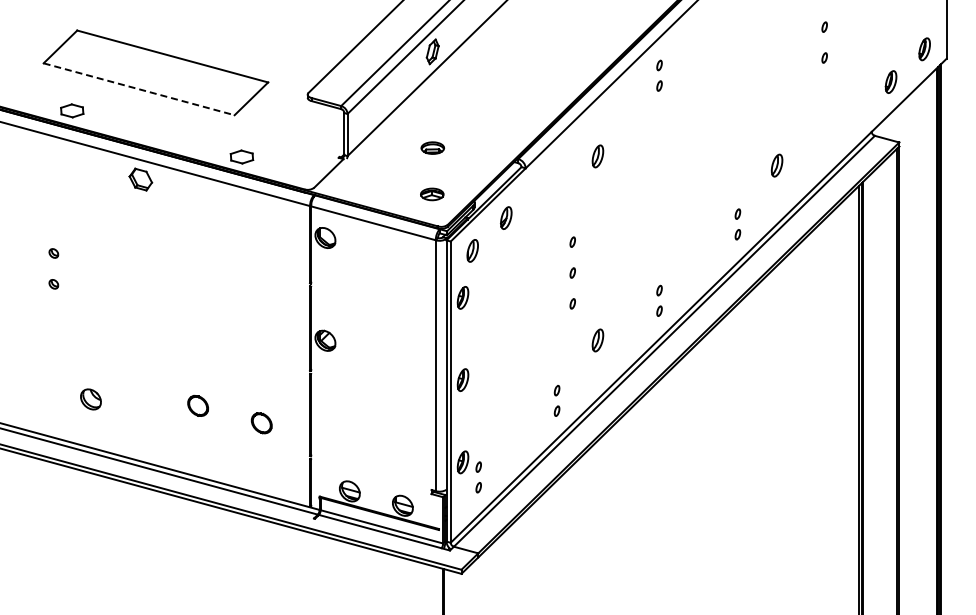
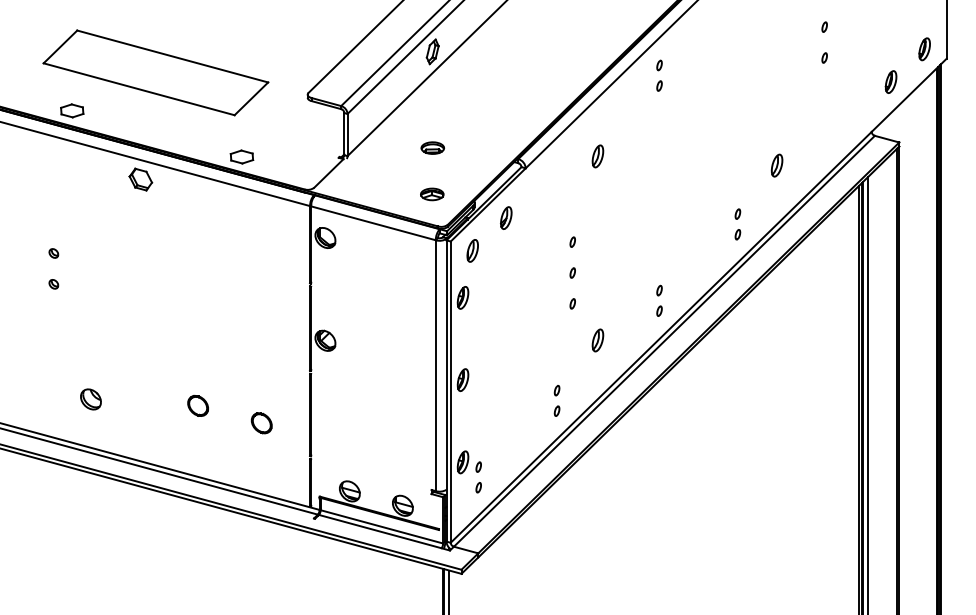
line at (139, 89): dashed -> solid
line at (868, 393): none -> present
line at (449, 590): none -> present
